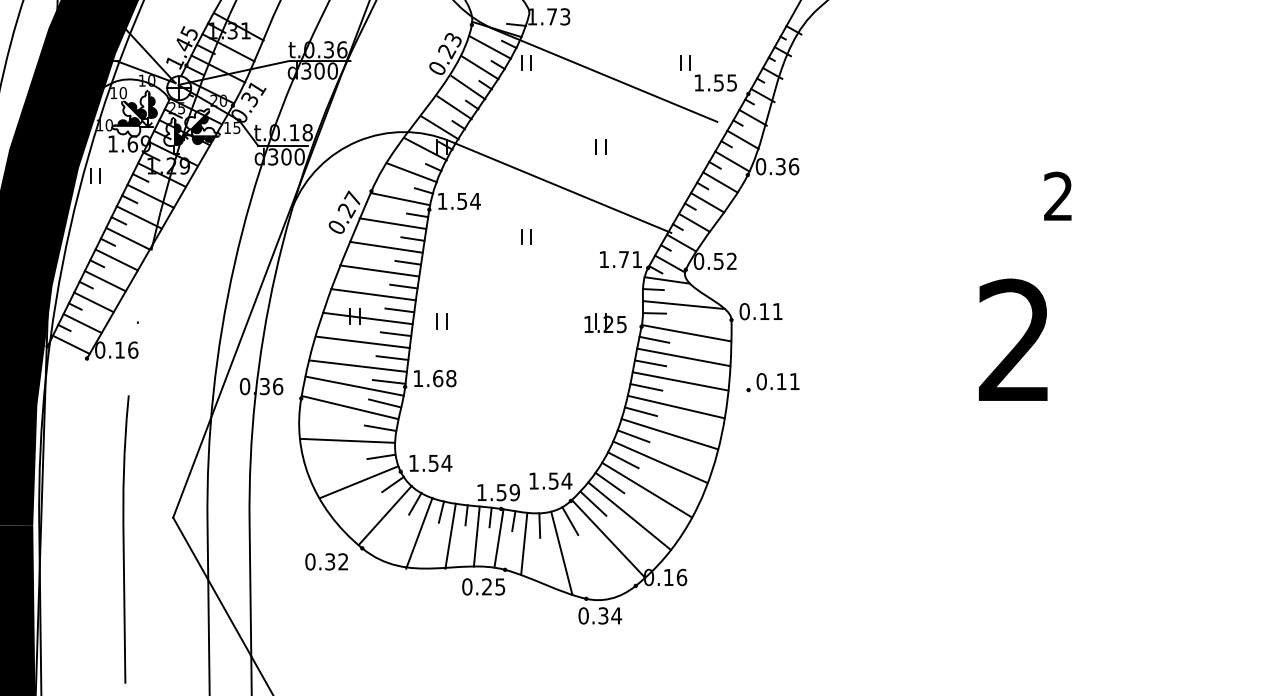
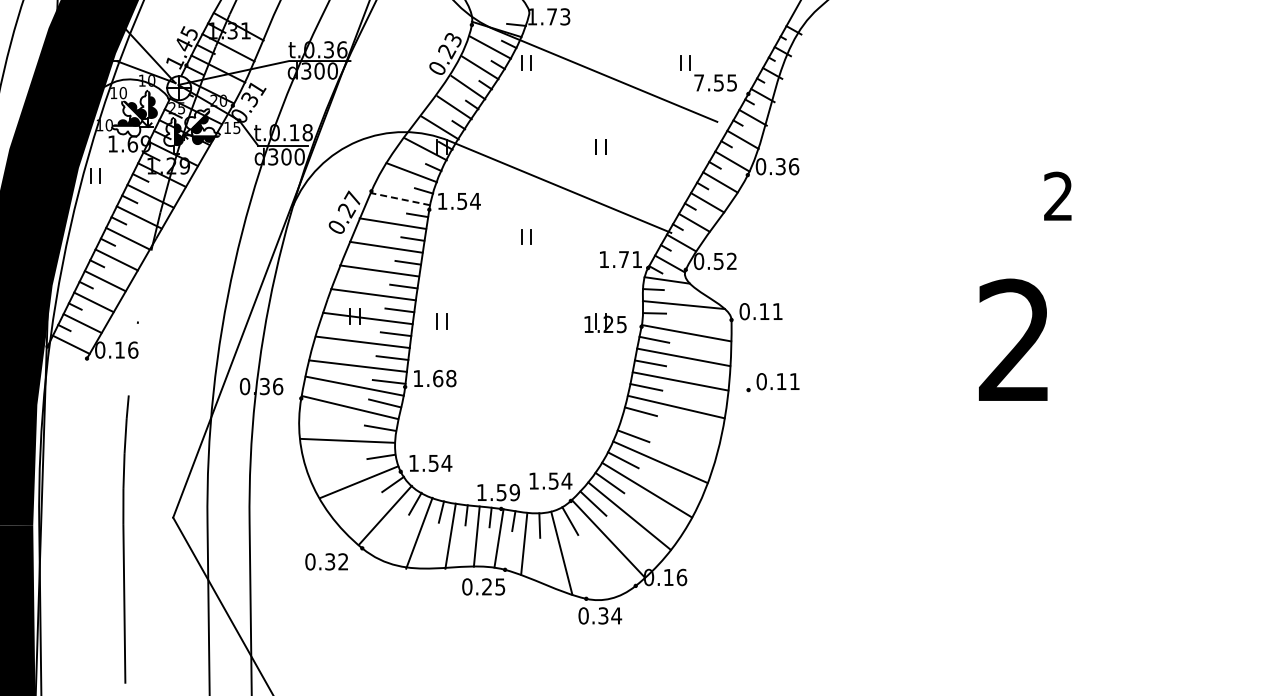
text at (698, 82): 1.55 -> 7.55
line at (400, 199): solid -> dashed
line at (669, 434): present -> none
